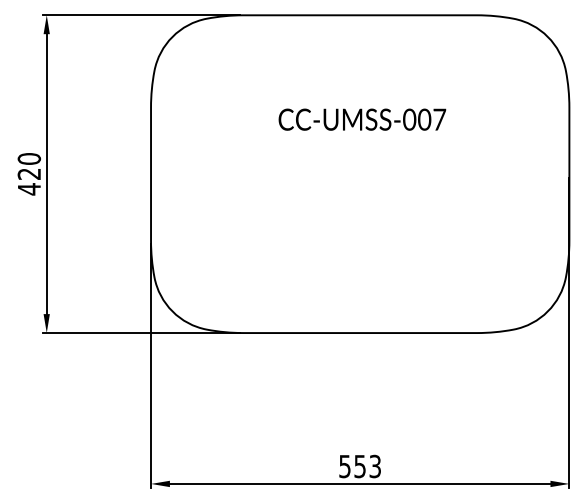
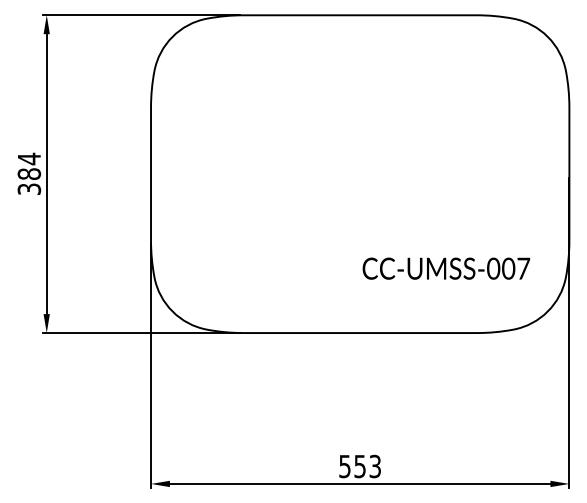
text at (362, 119) position: (362, 119) -> (446, 268)
text at (29, 173): 420 -> 384
